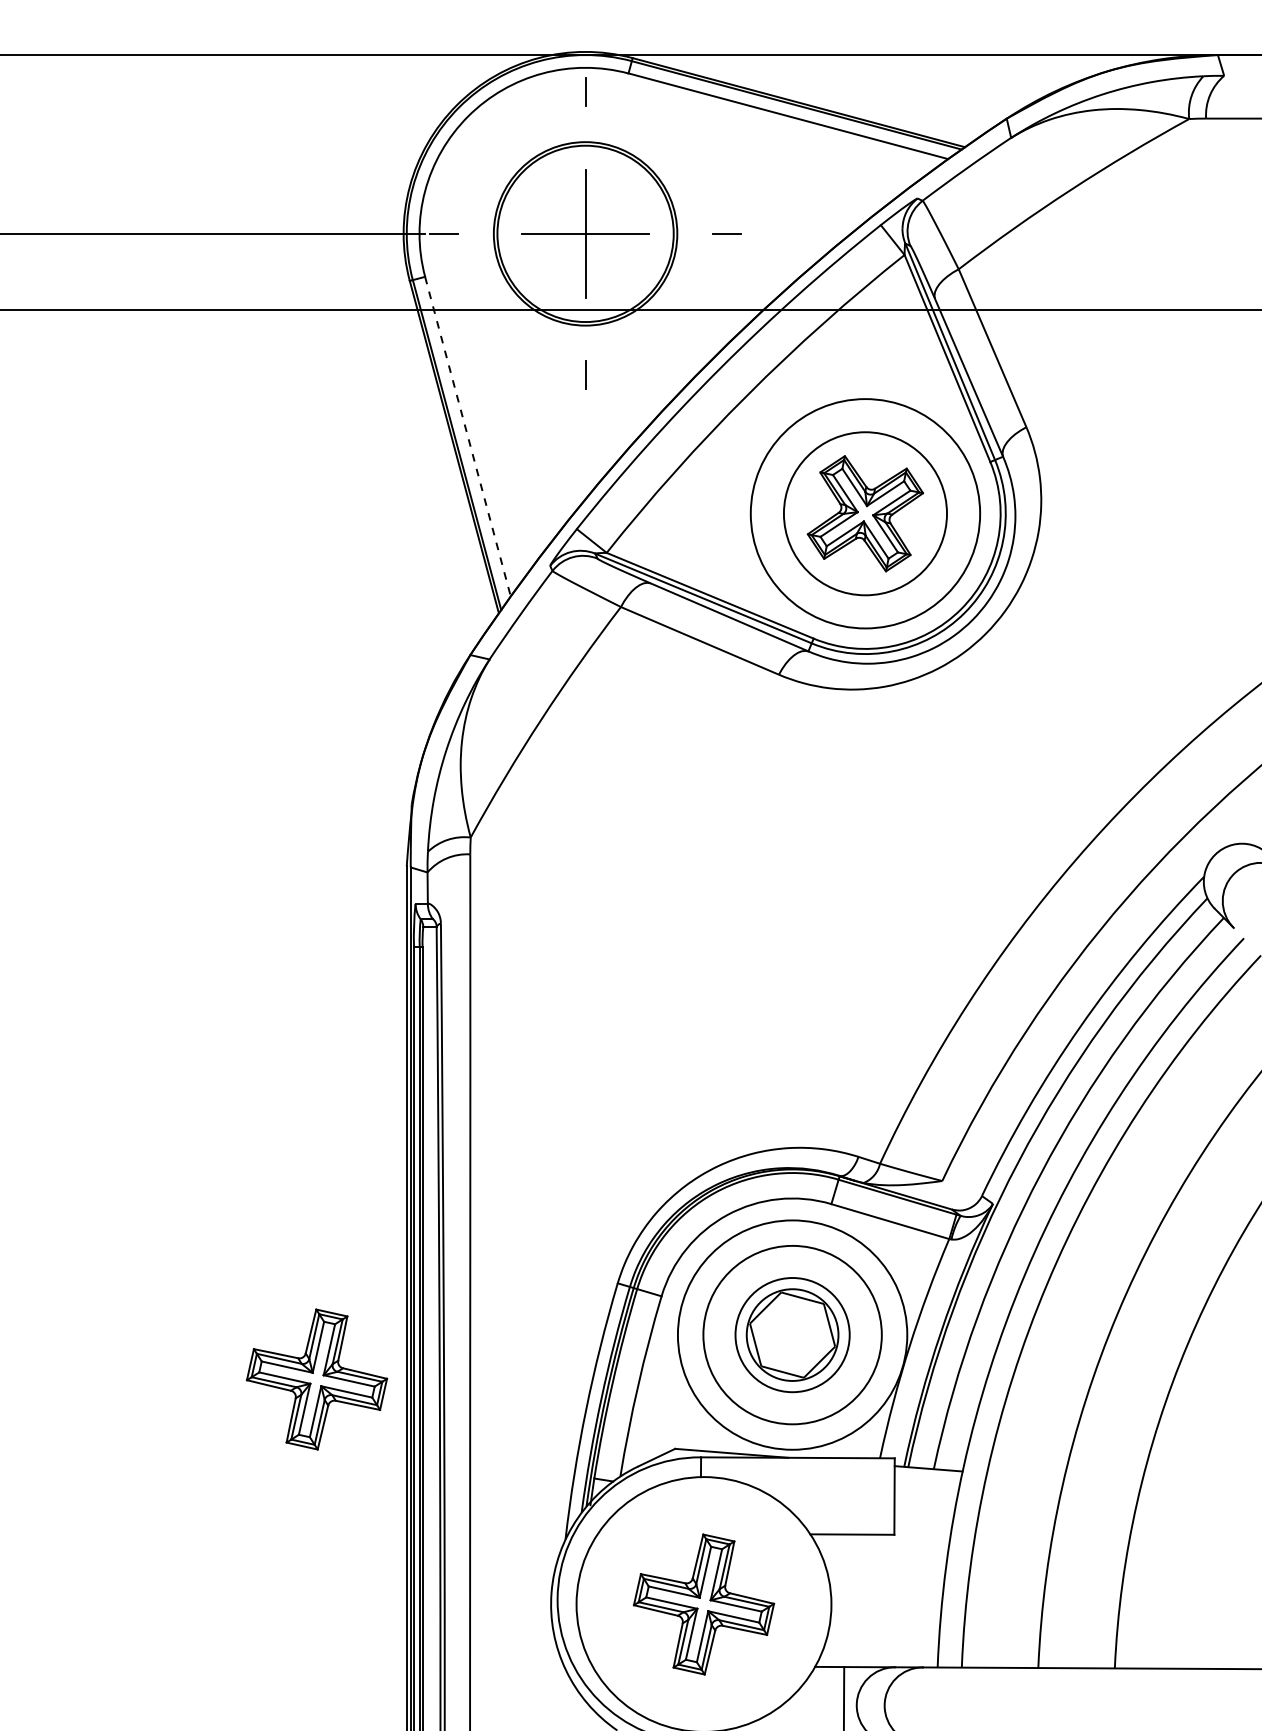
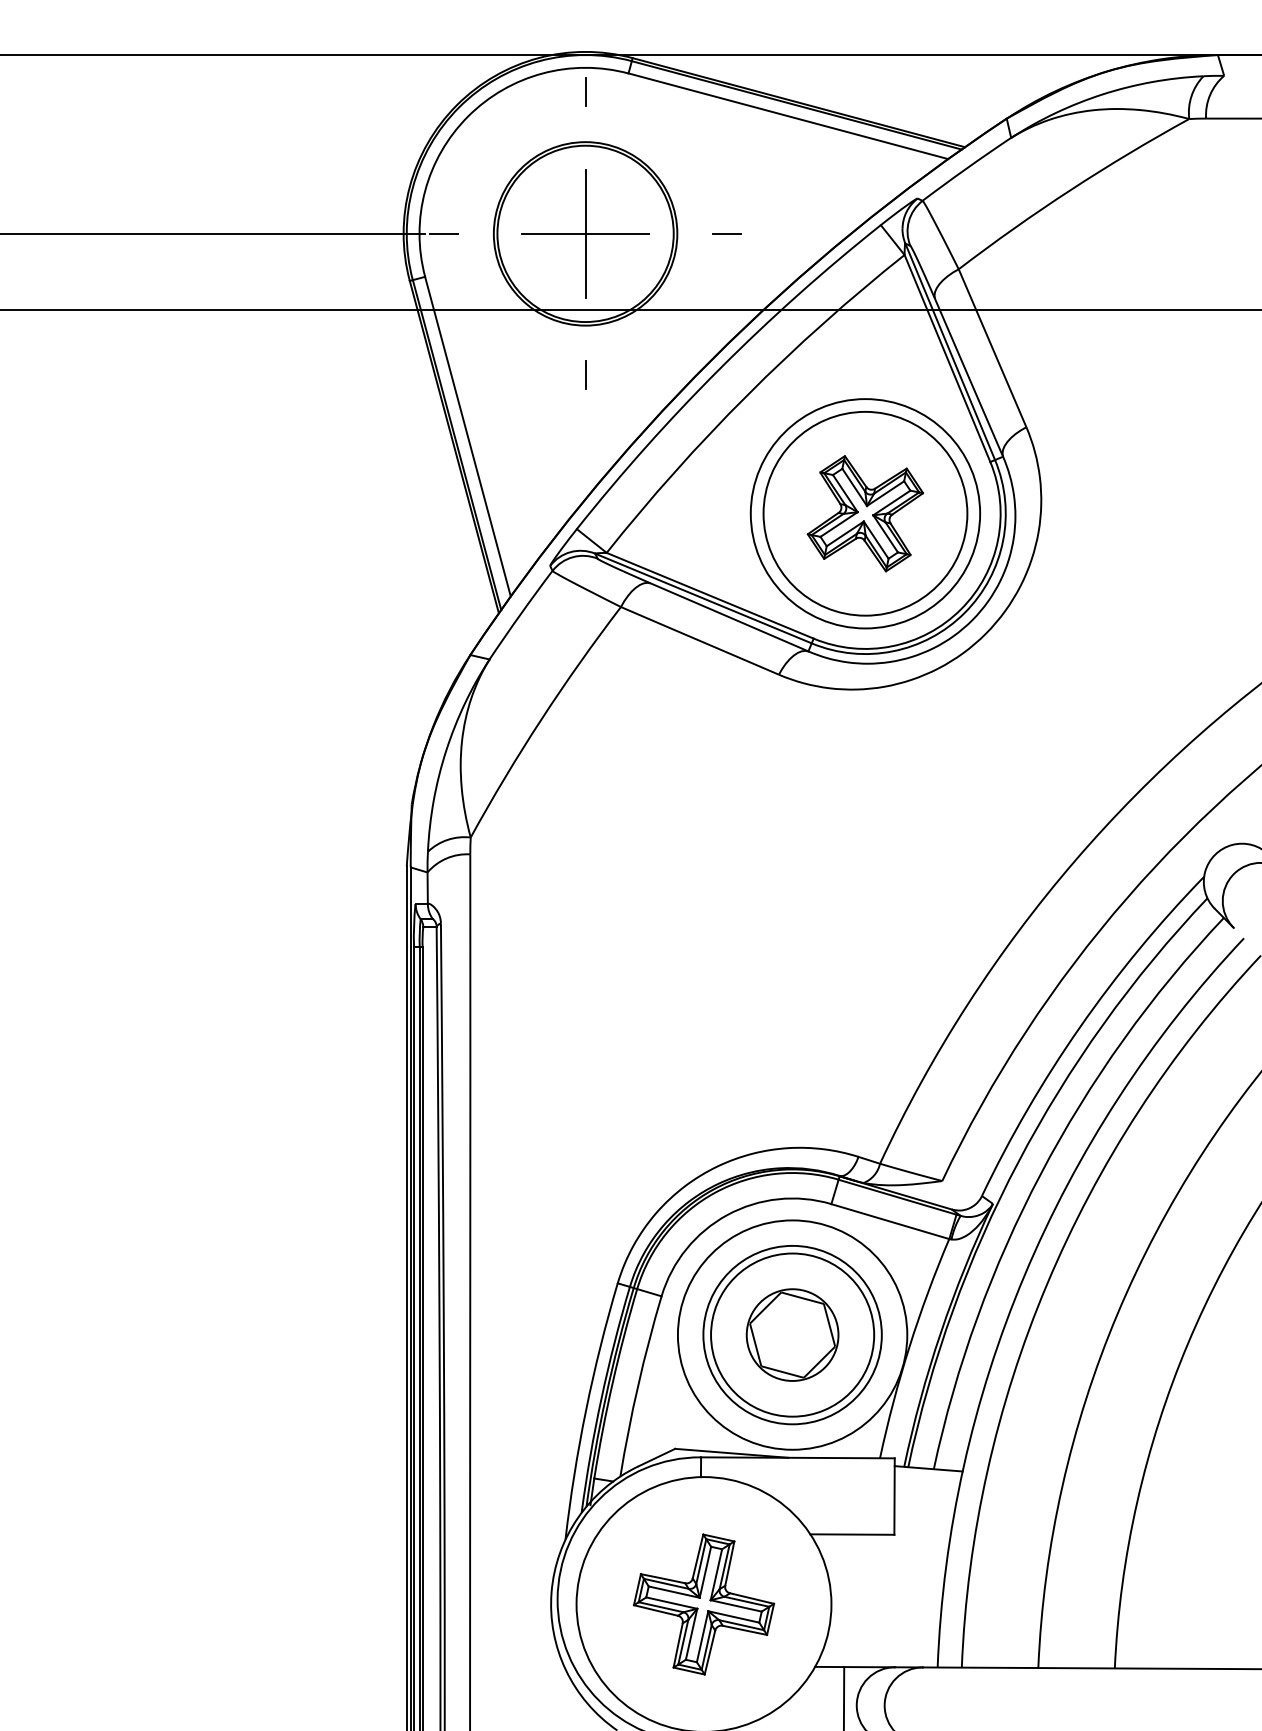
line at (467, 436): dashed -> solid
circle at (865, 513) diameter: 163 px -> 204 px
circle at (792, 1335) diameter: 114 px -> 163 px
part at (316, 1379): present -> none
